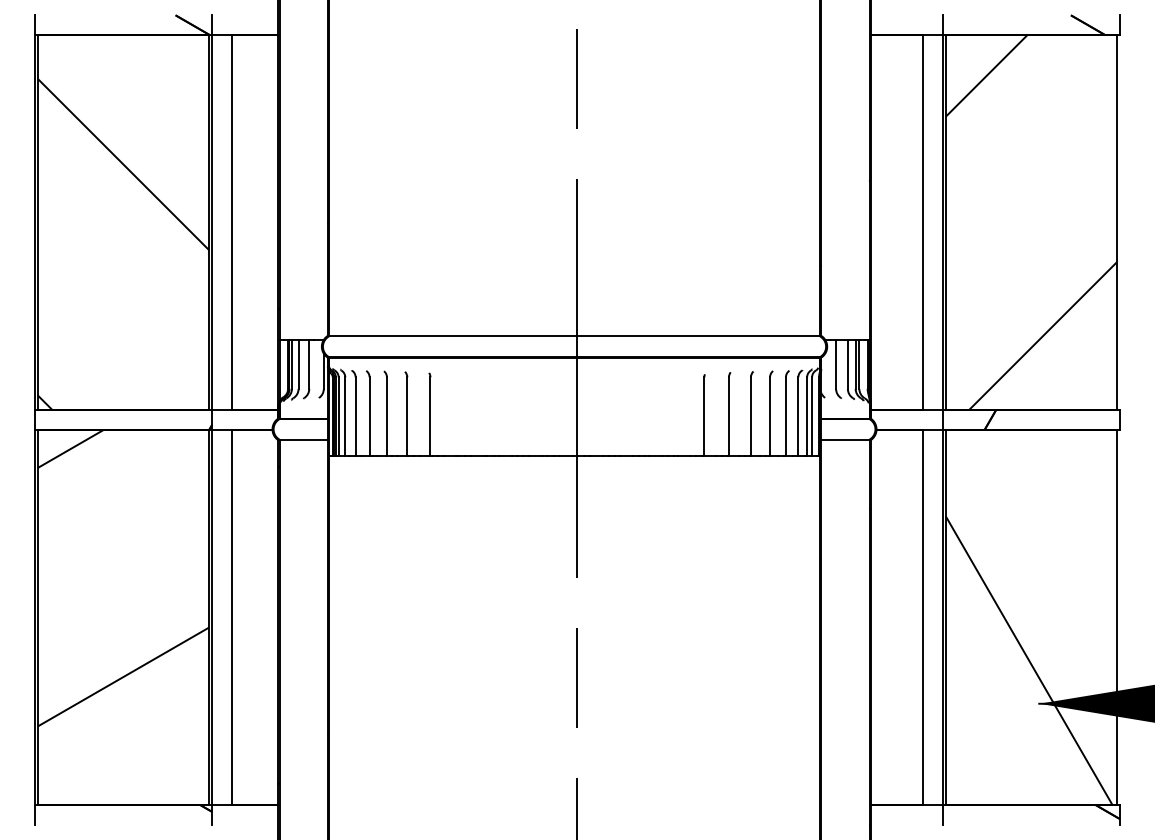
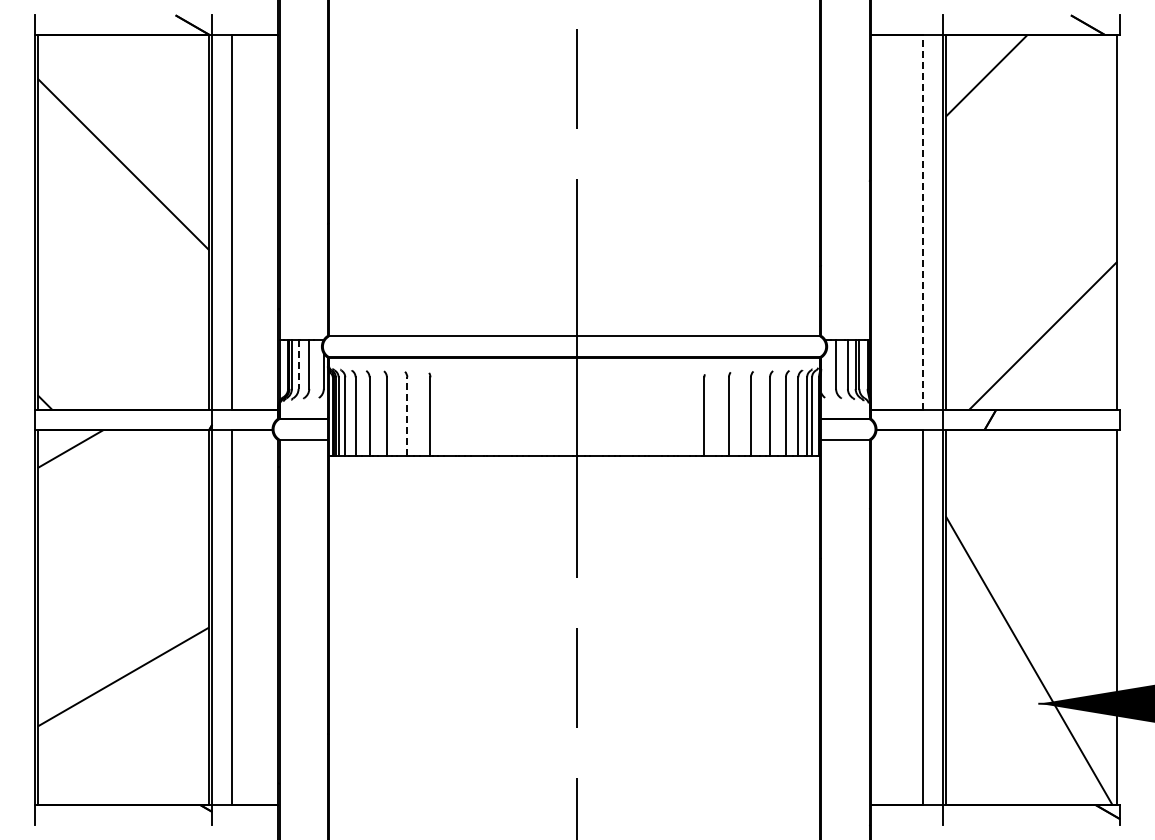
line at (922, 222): solid -> dashed
line at (298, 364): solid -> dashed
line at (407, 416): solid -> dashed
